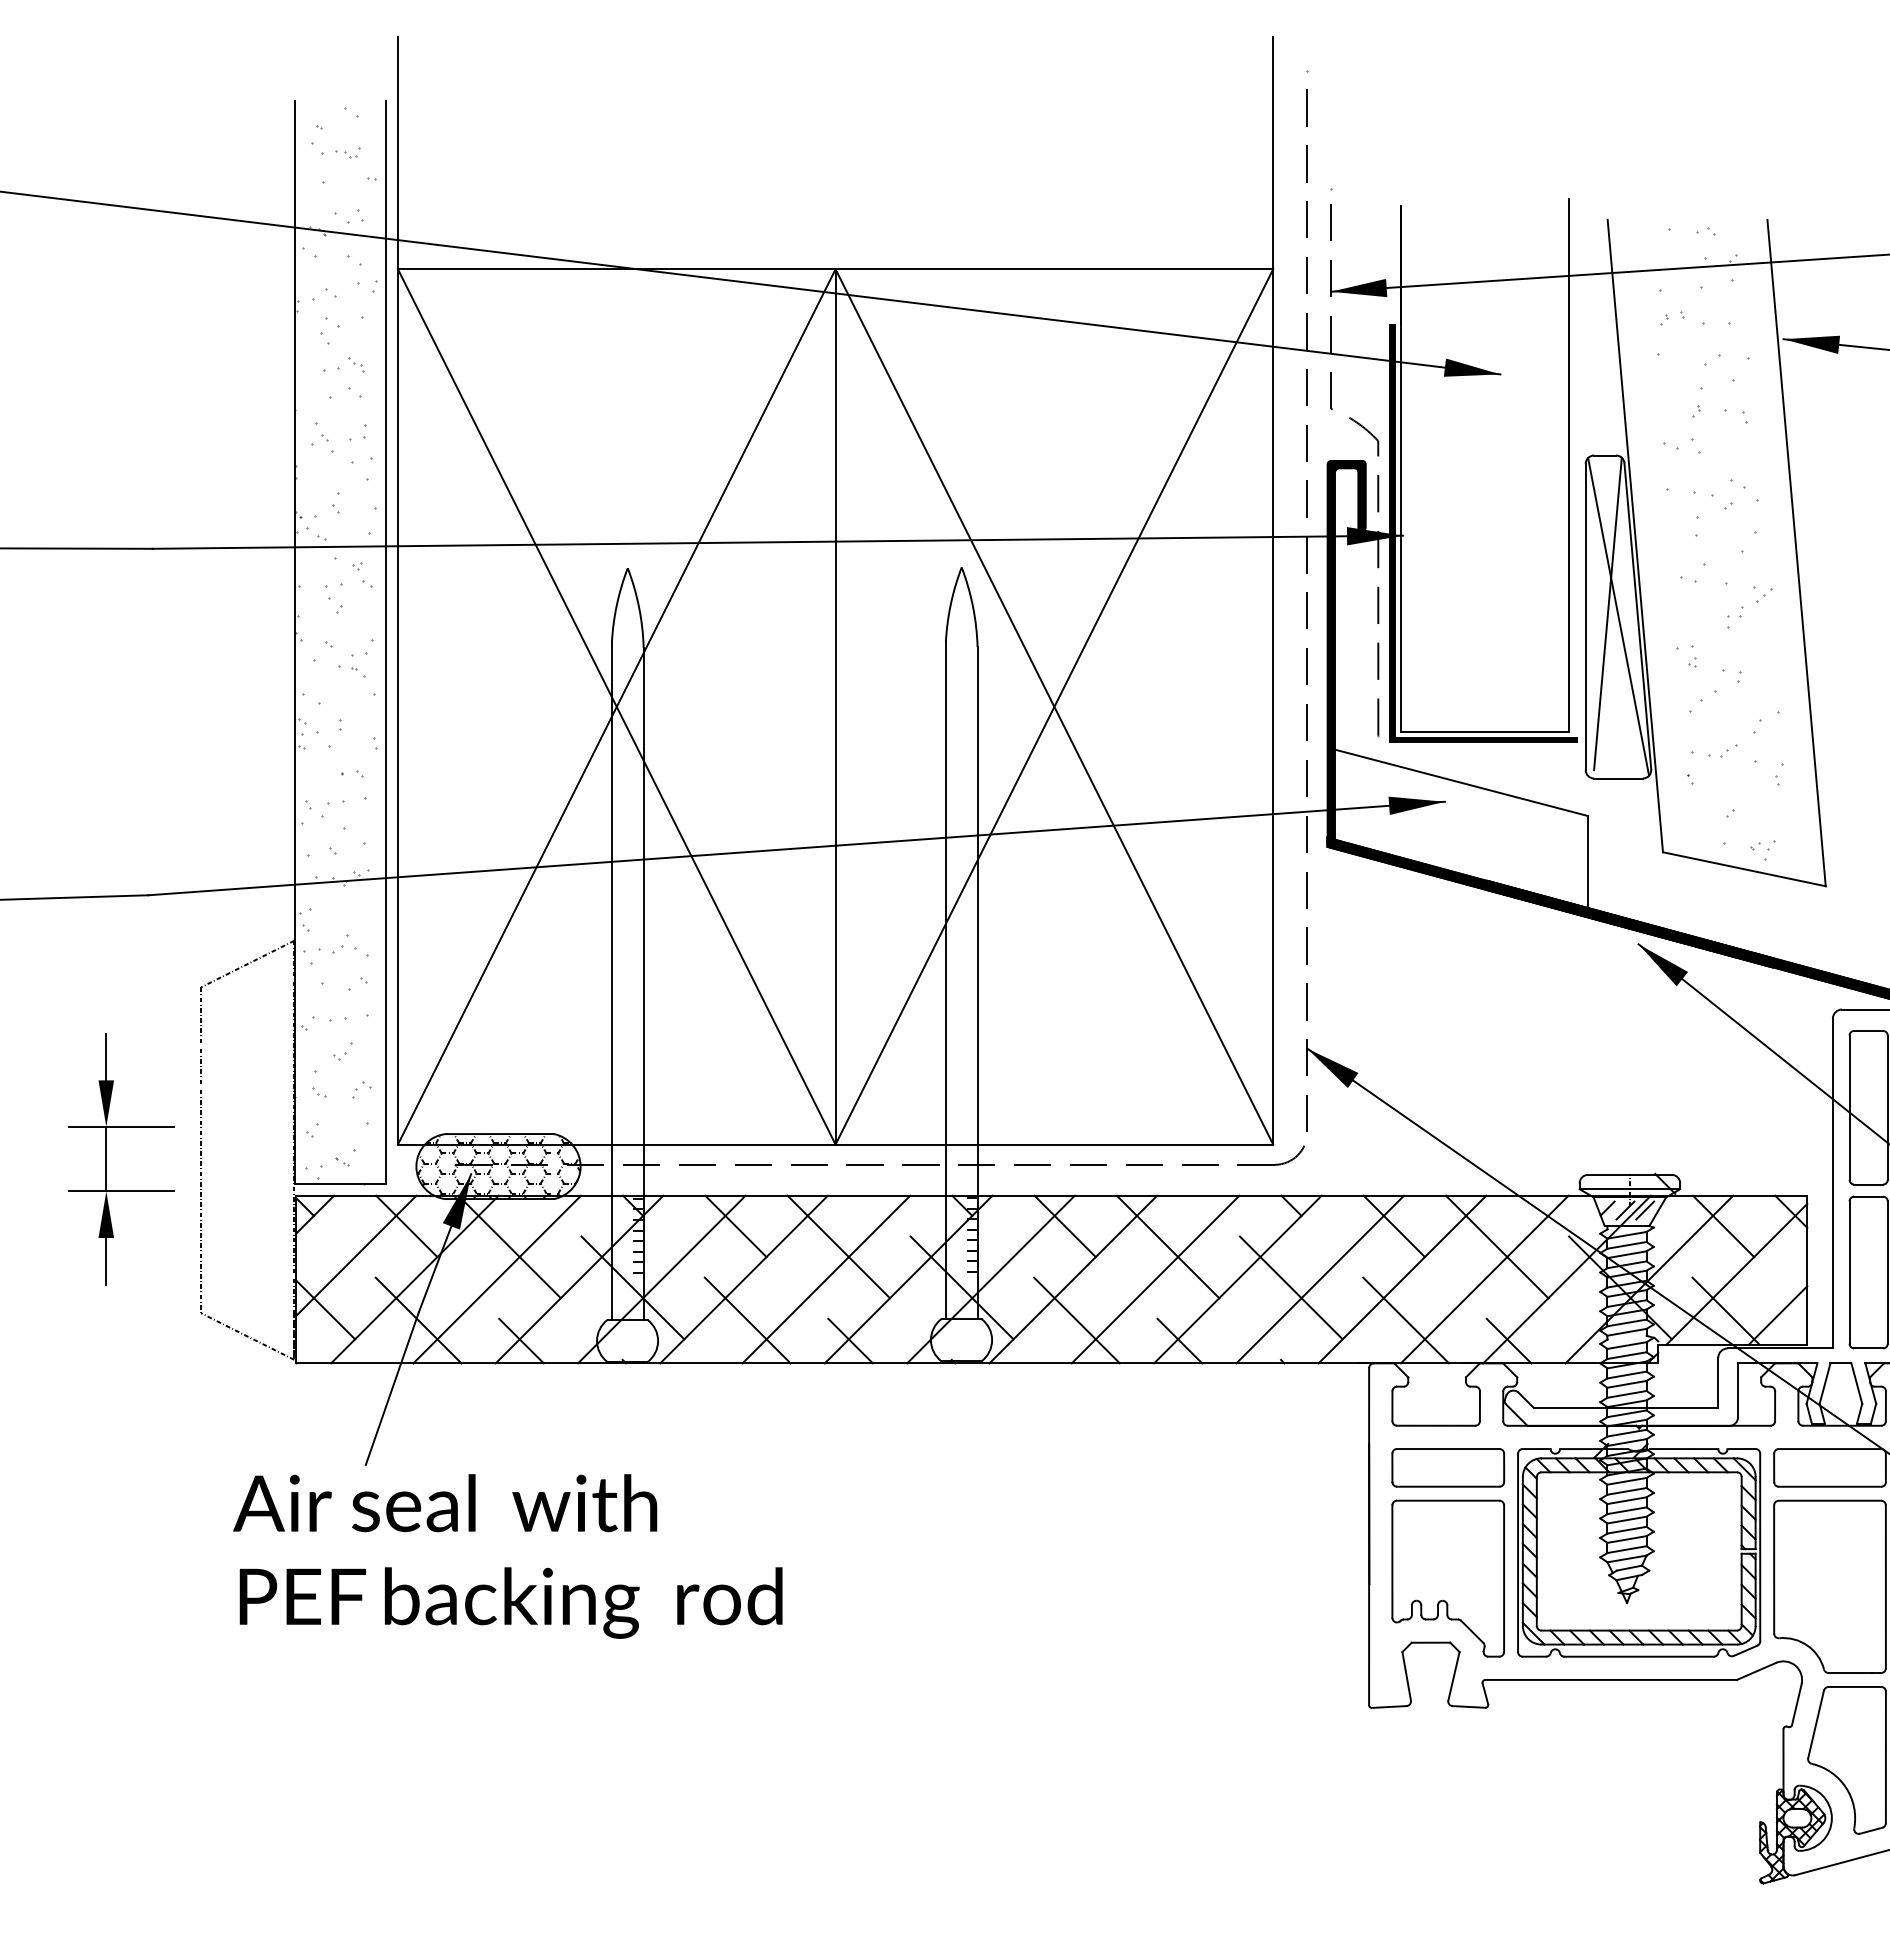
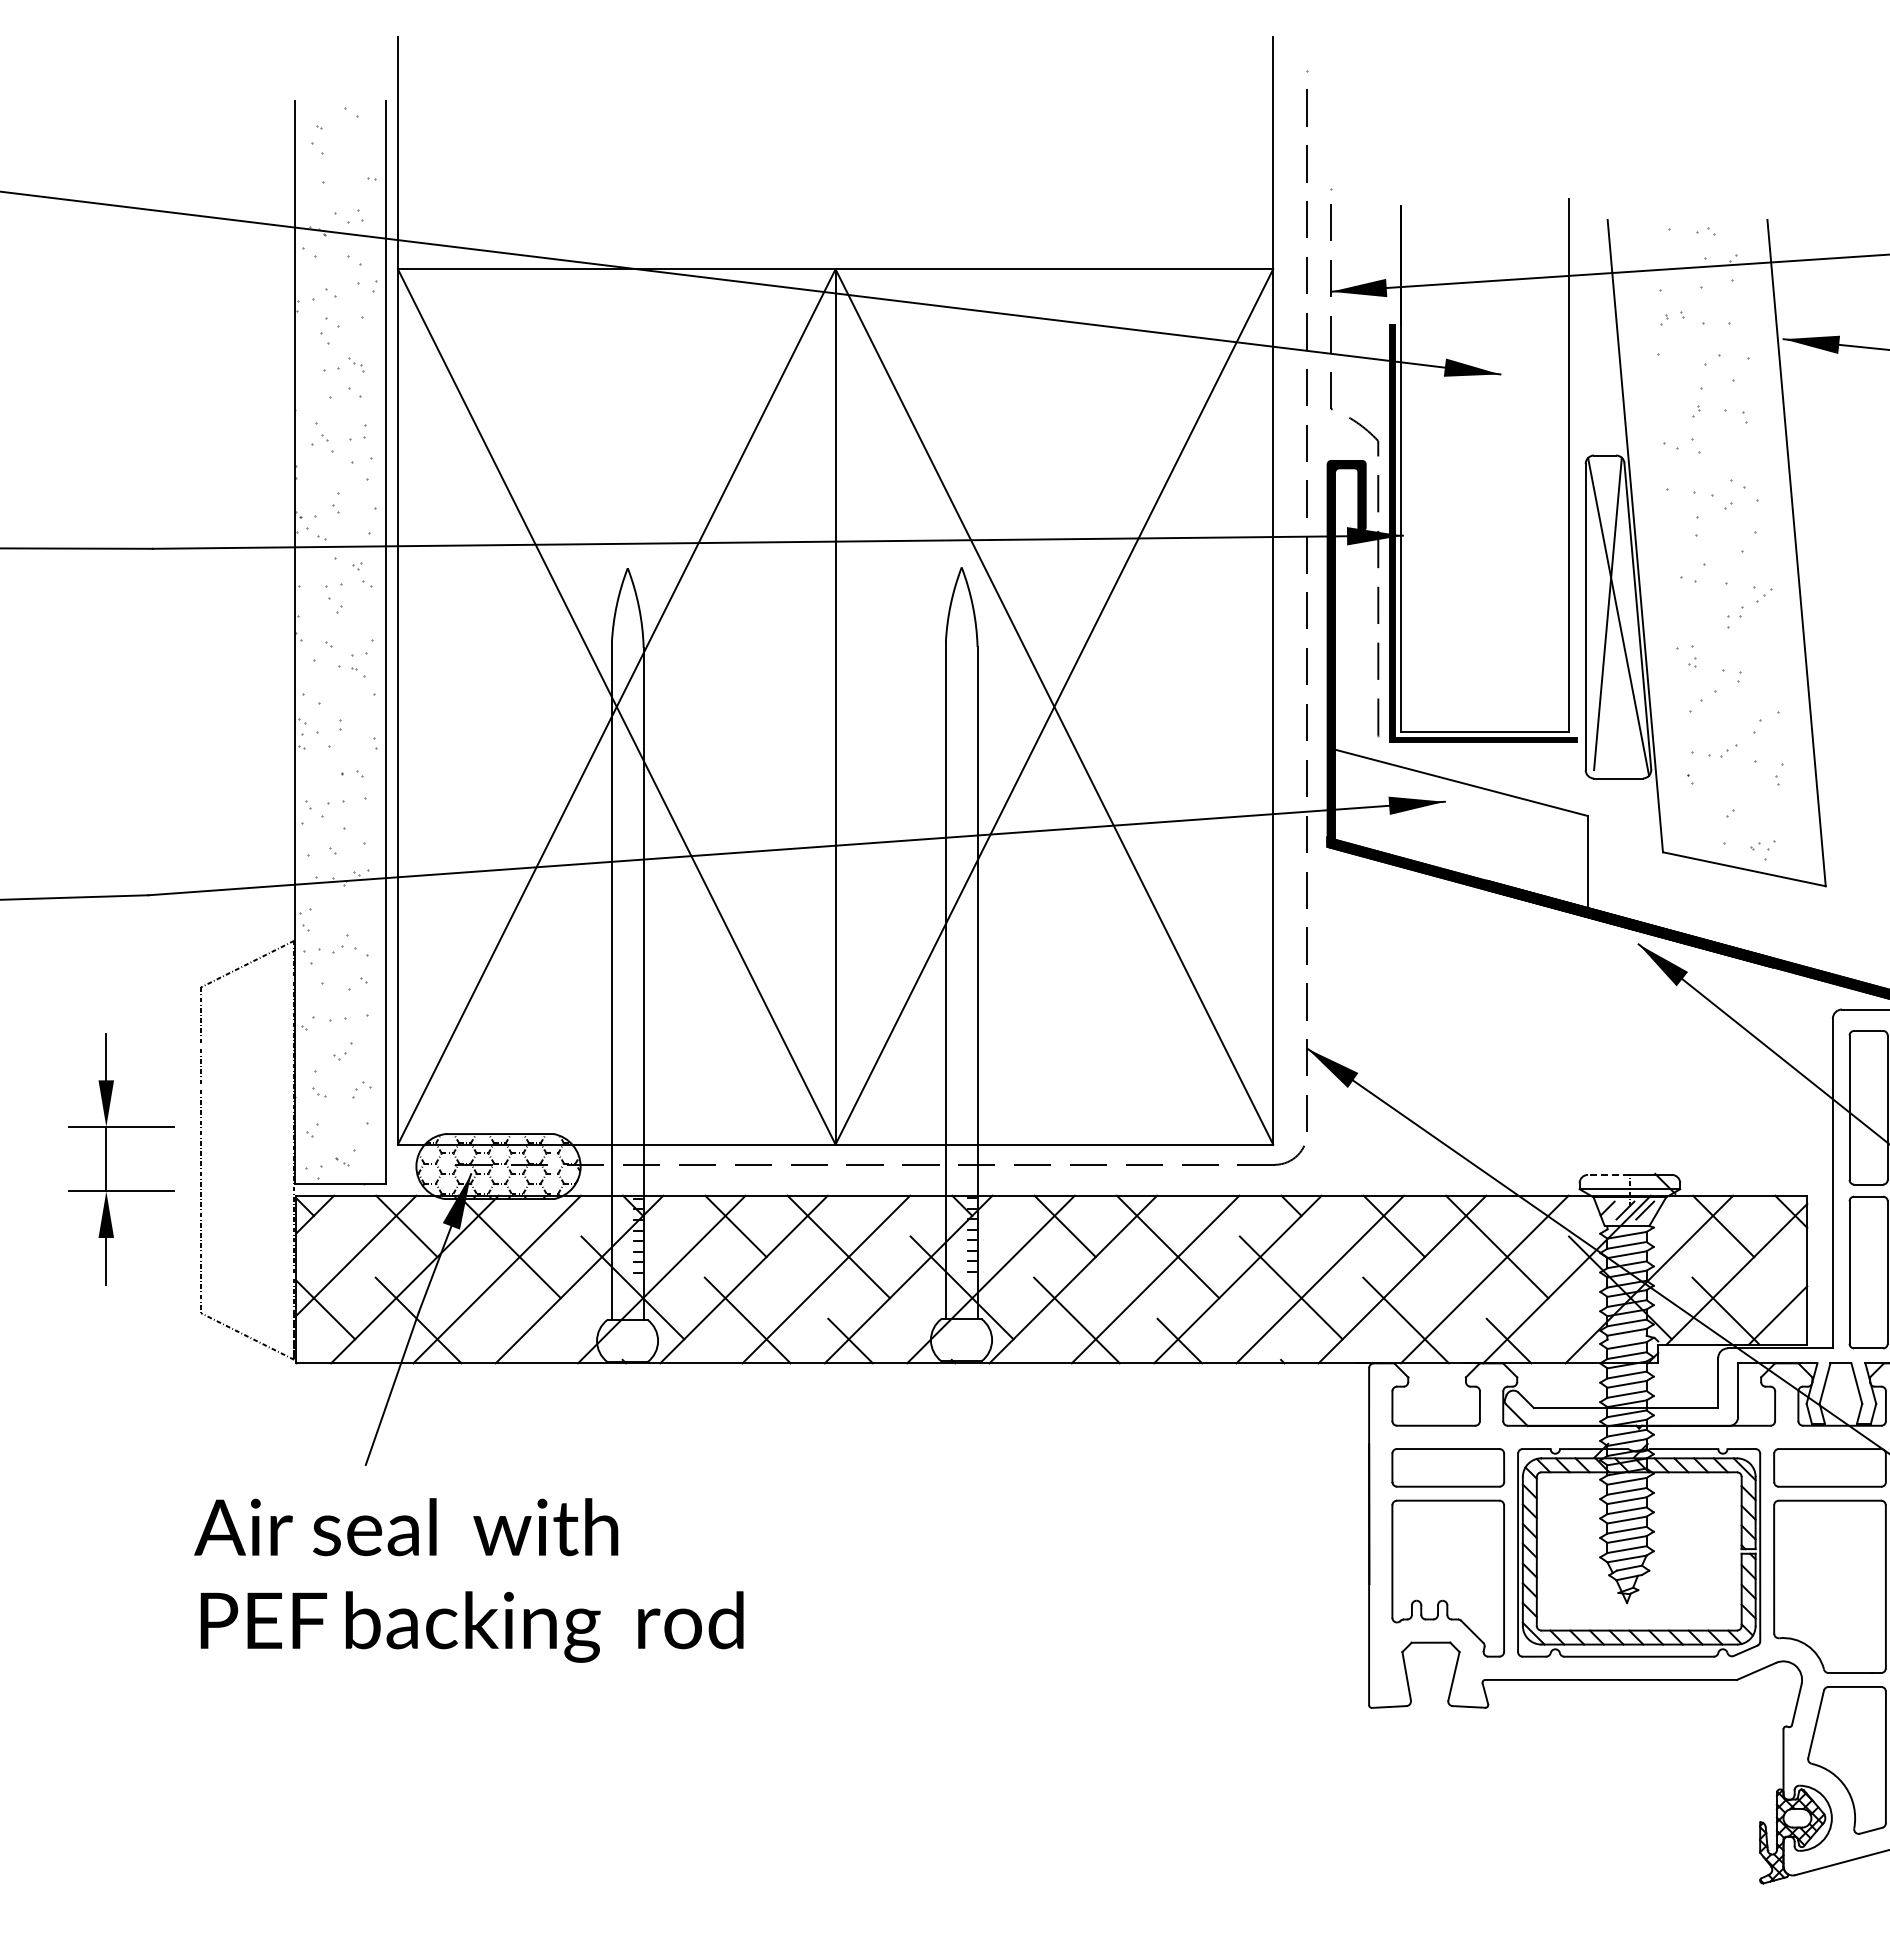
part at (347, 152): present -> none
line at (1608, 1174): solid -> dashed
line at (521, 1340): present -> none
text at (507, 1556) position: (507, 1556) -> (468, 1580)
